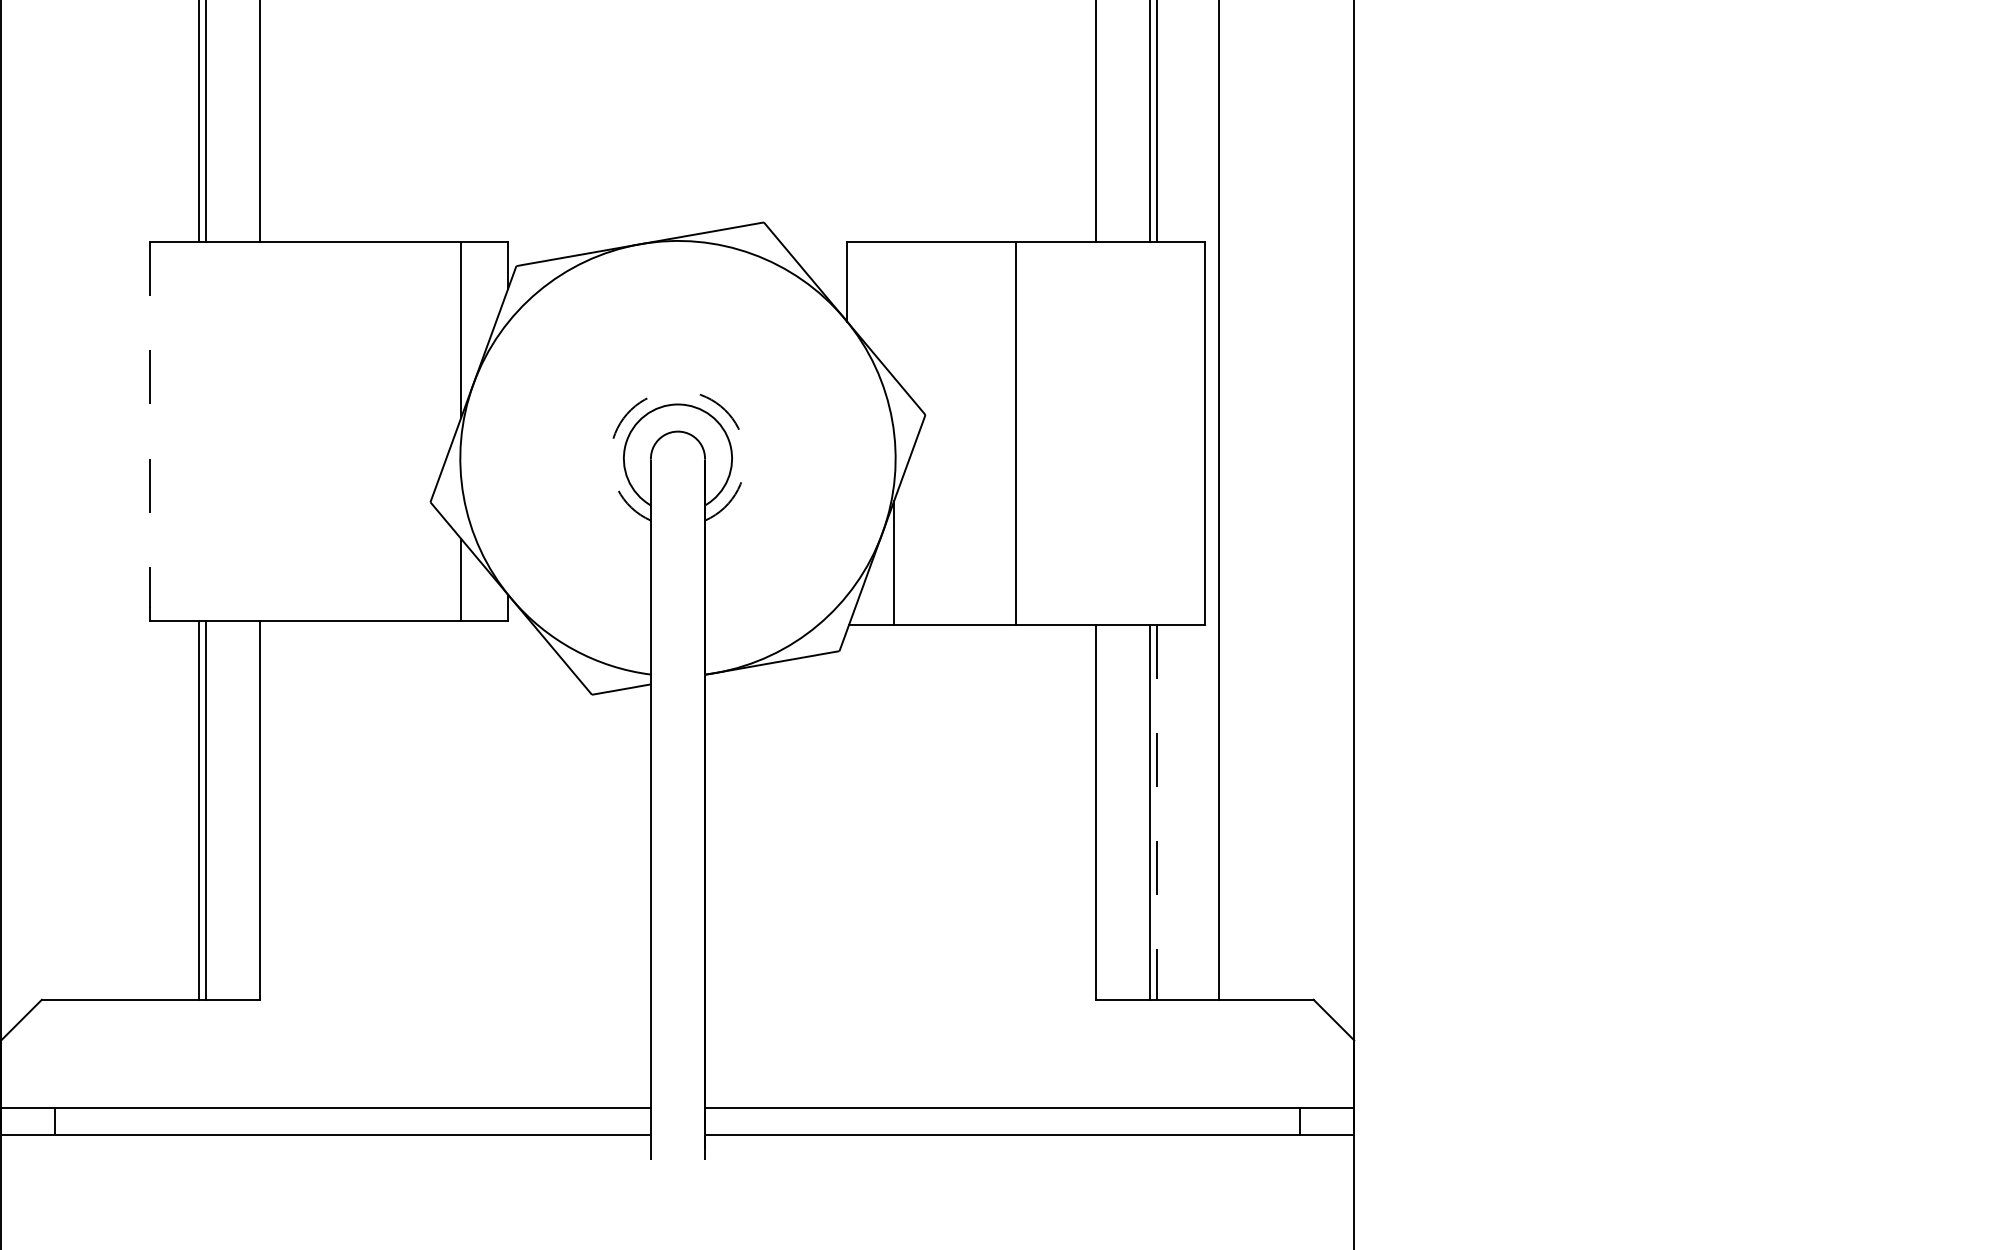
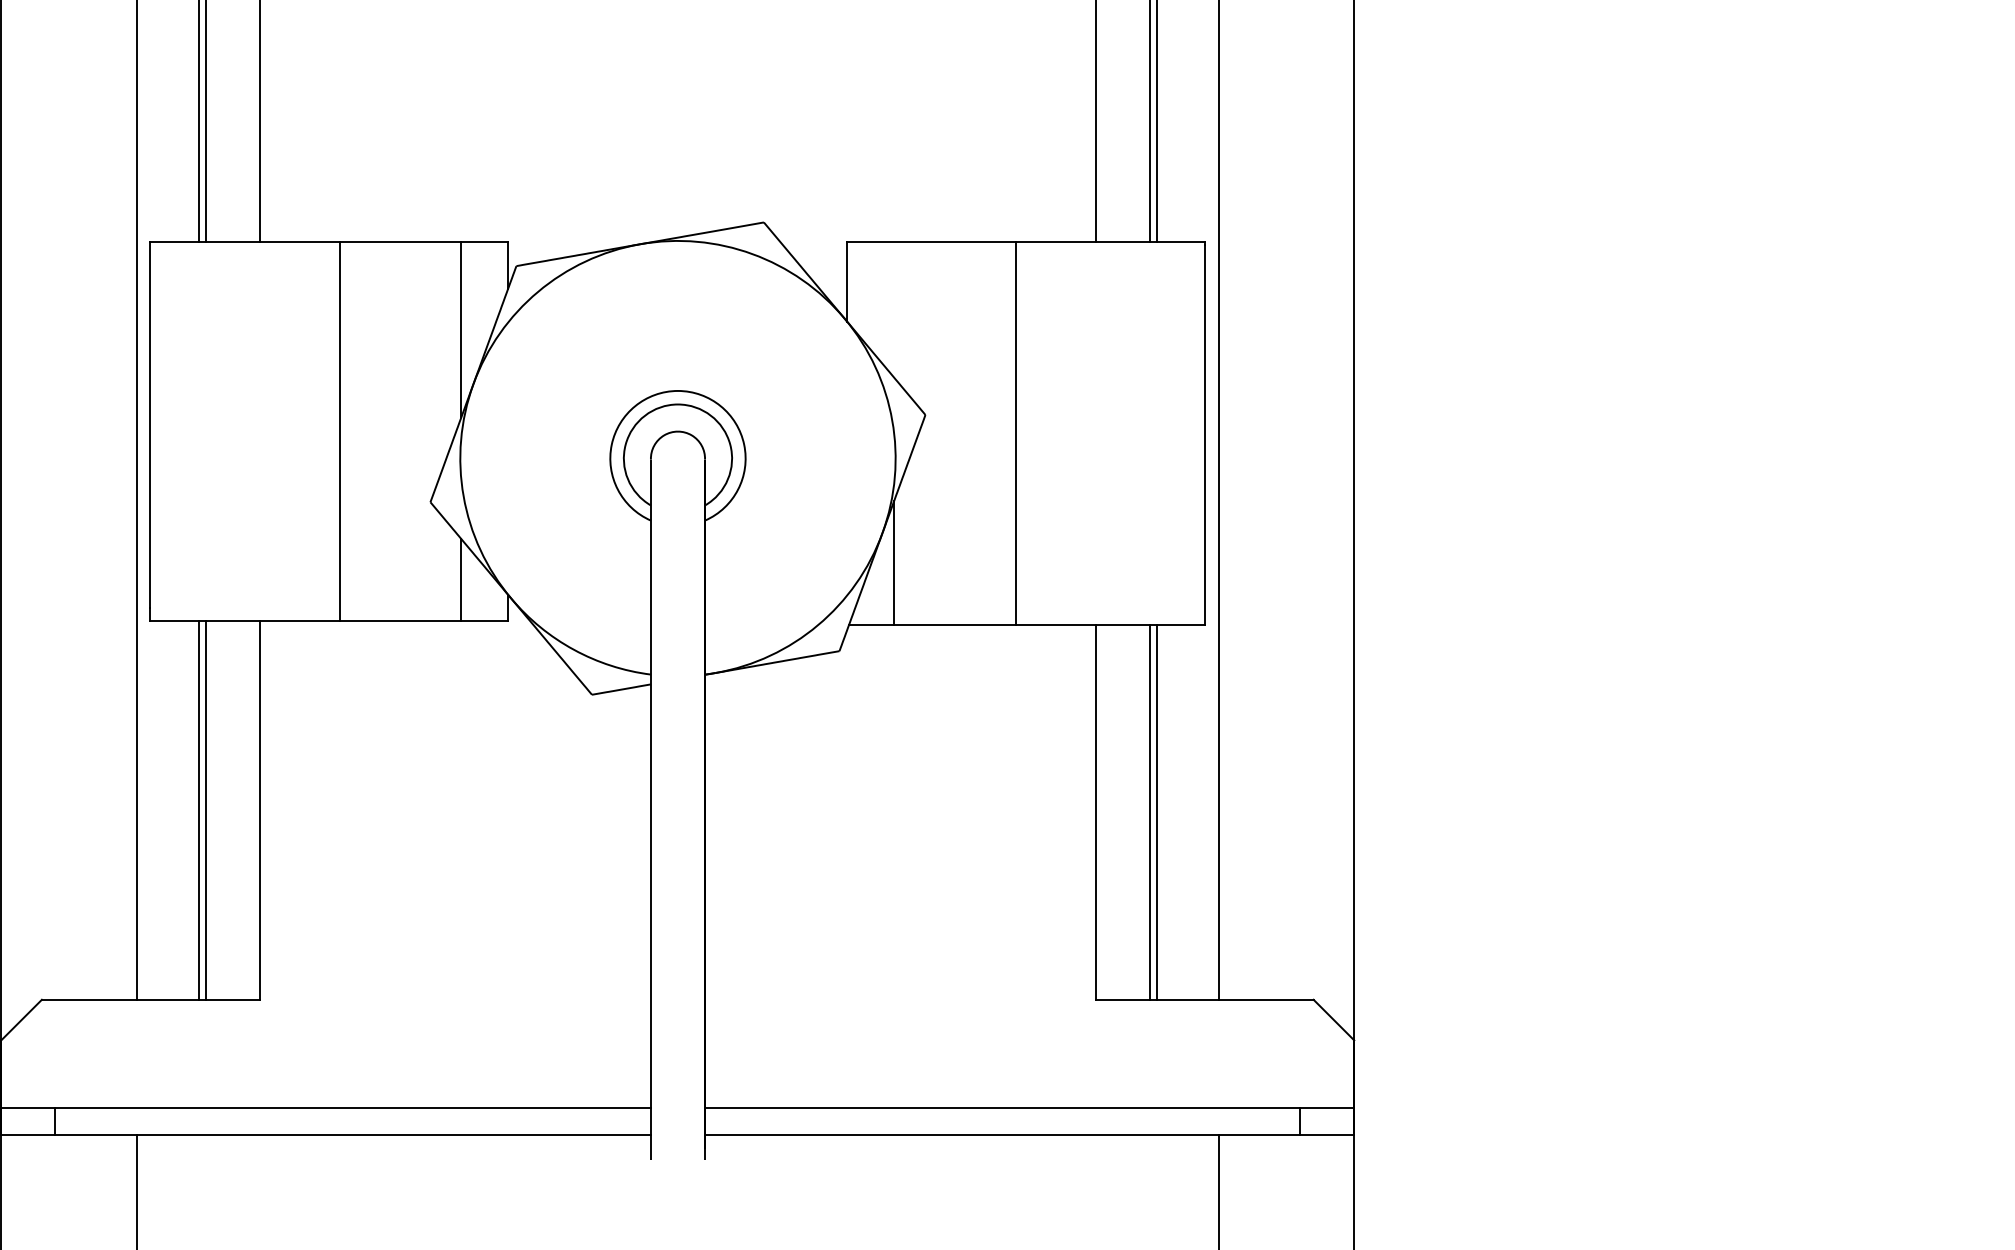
arc at (677, 390): dashed -> solid
line at (150, 425): dashed -> solid
line at (339, 431): none -> present
line at (136, 500): none -> present
line at (1156, 812): dashed -> solid
line at (136, 1190): none -> present
line at (1218, 1190): none -> present
